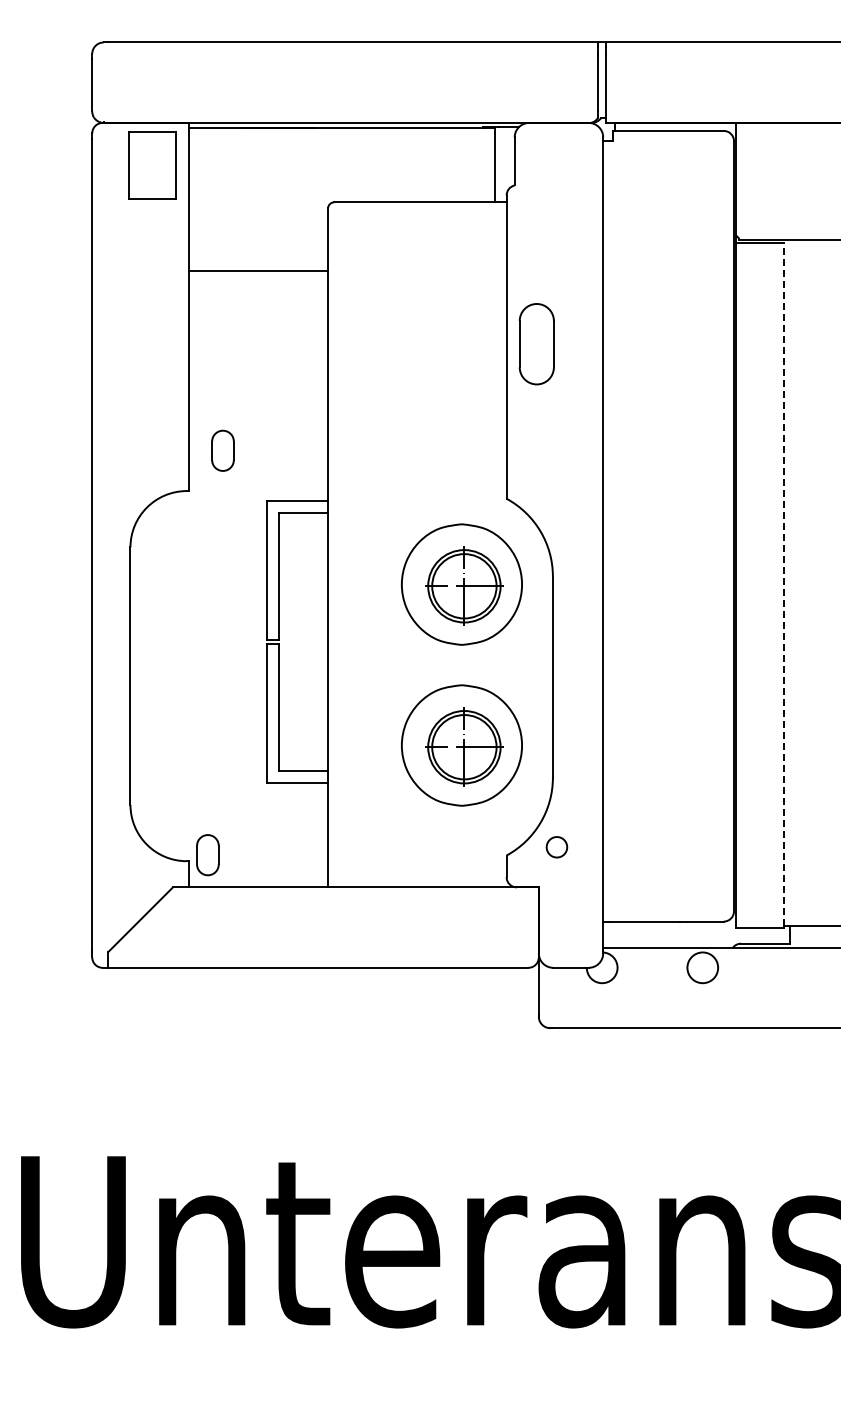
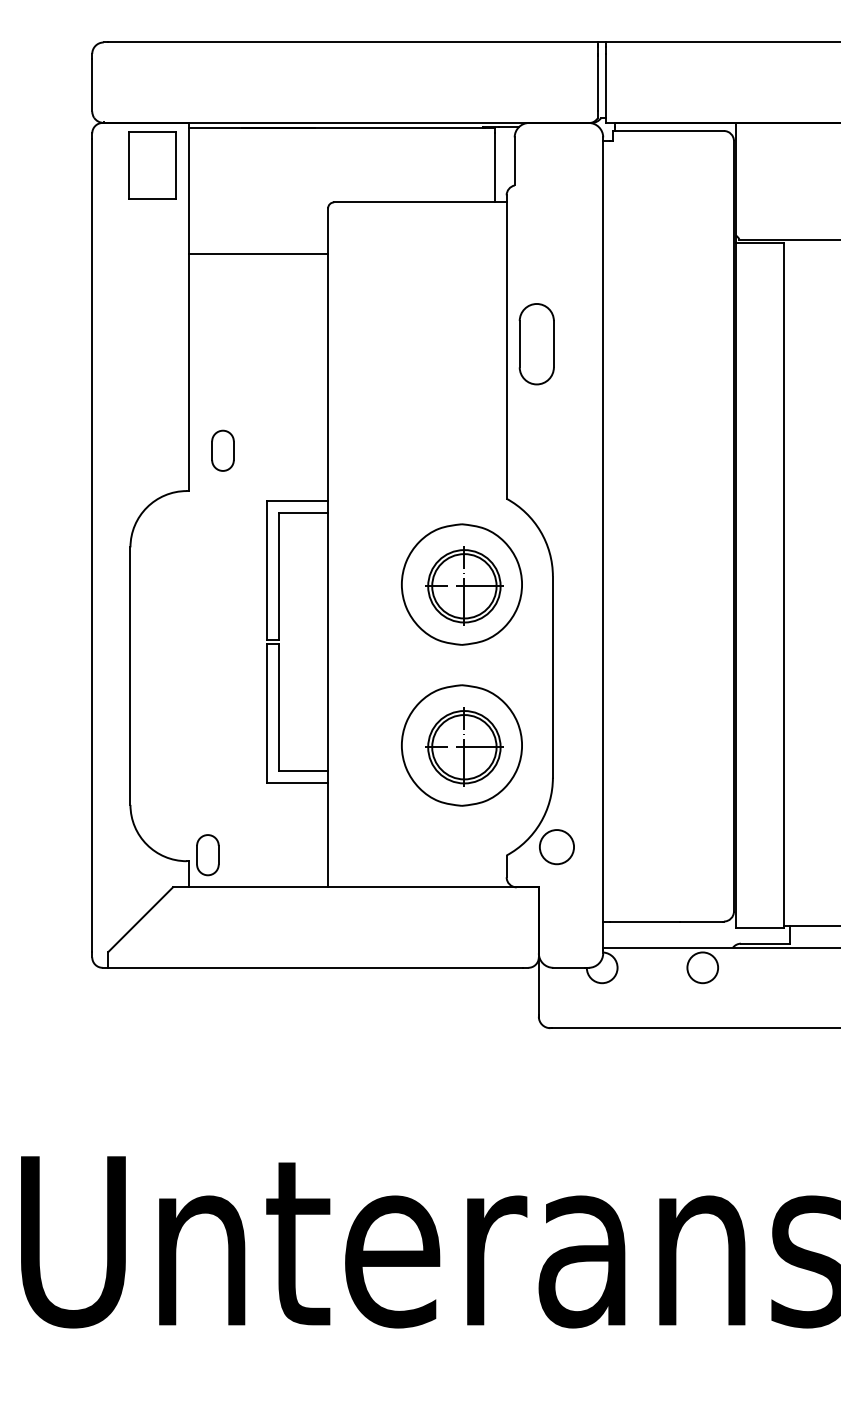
line at (258, 270) position: (258, 270) -> (258, 253)
line at (784, 584): dashed -> solid
circle at (556, 847) size: 24x23 px -> 36x37 px
